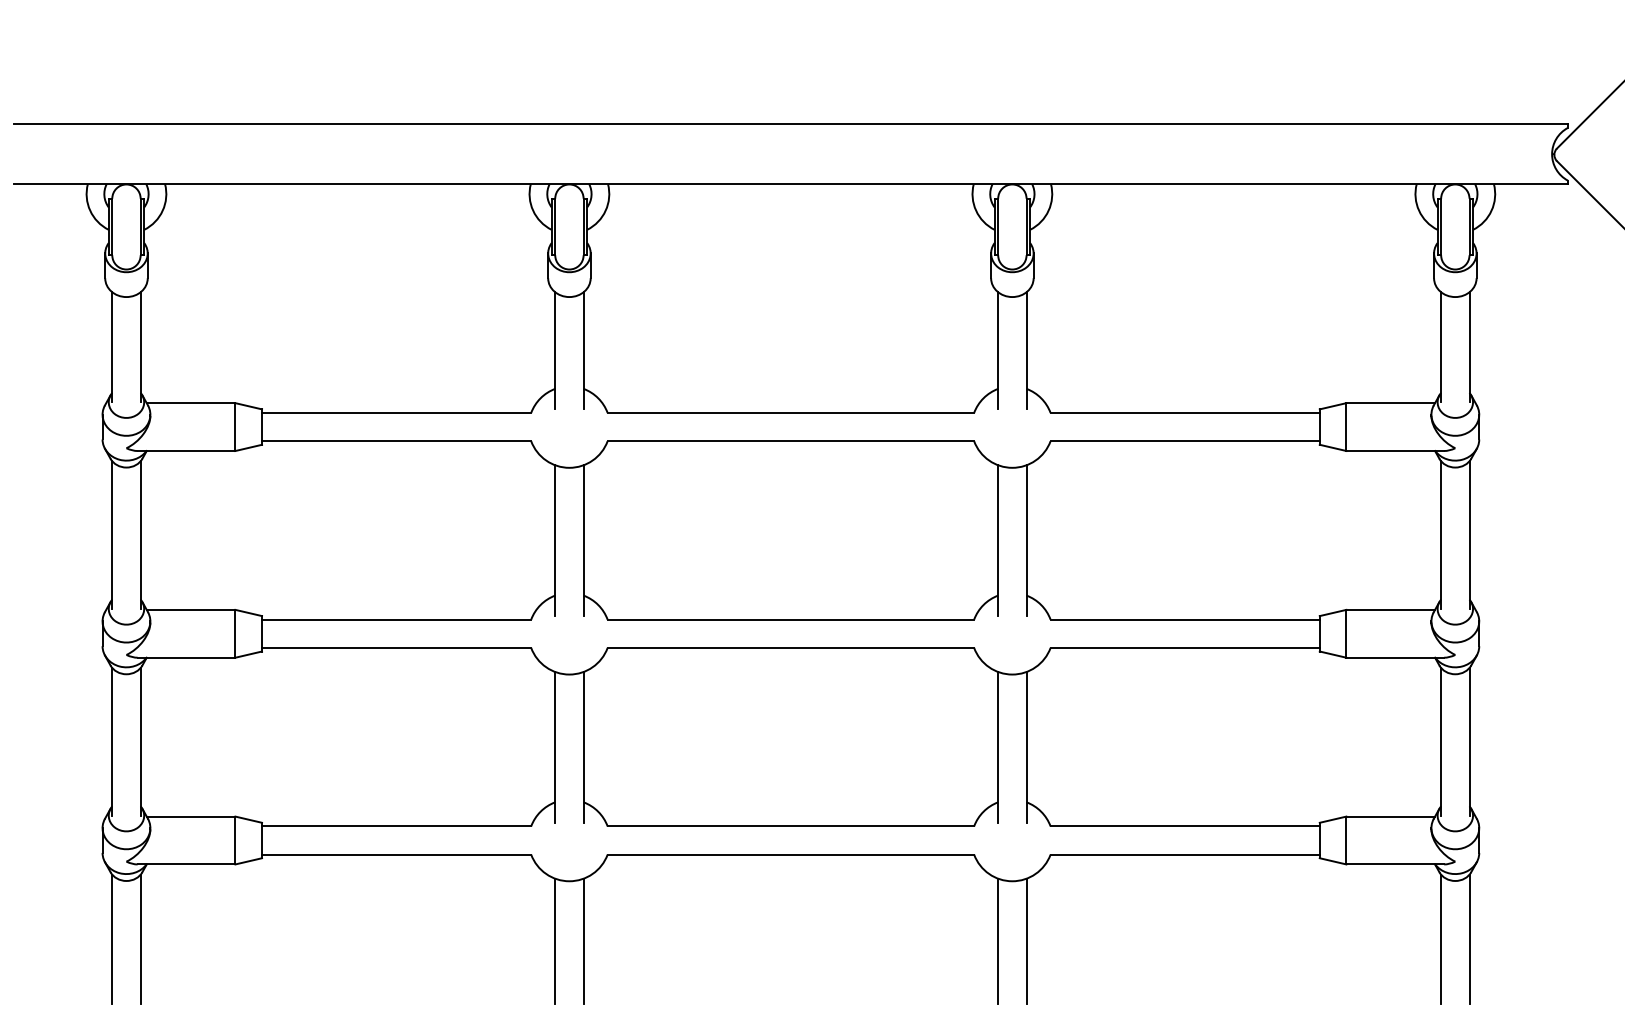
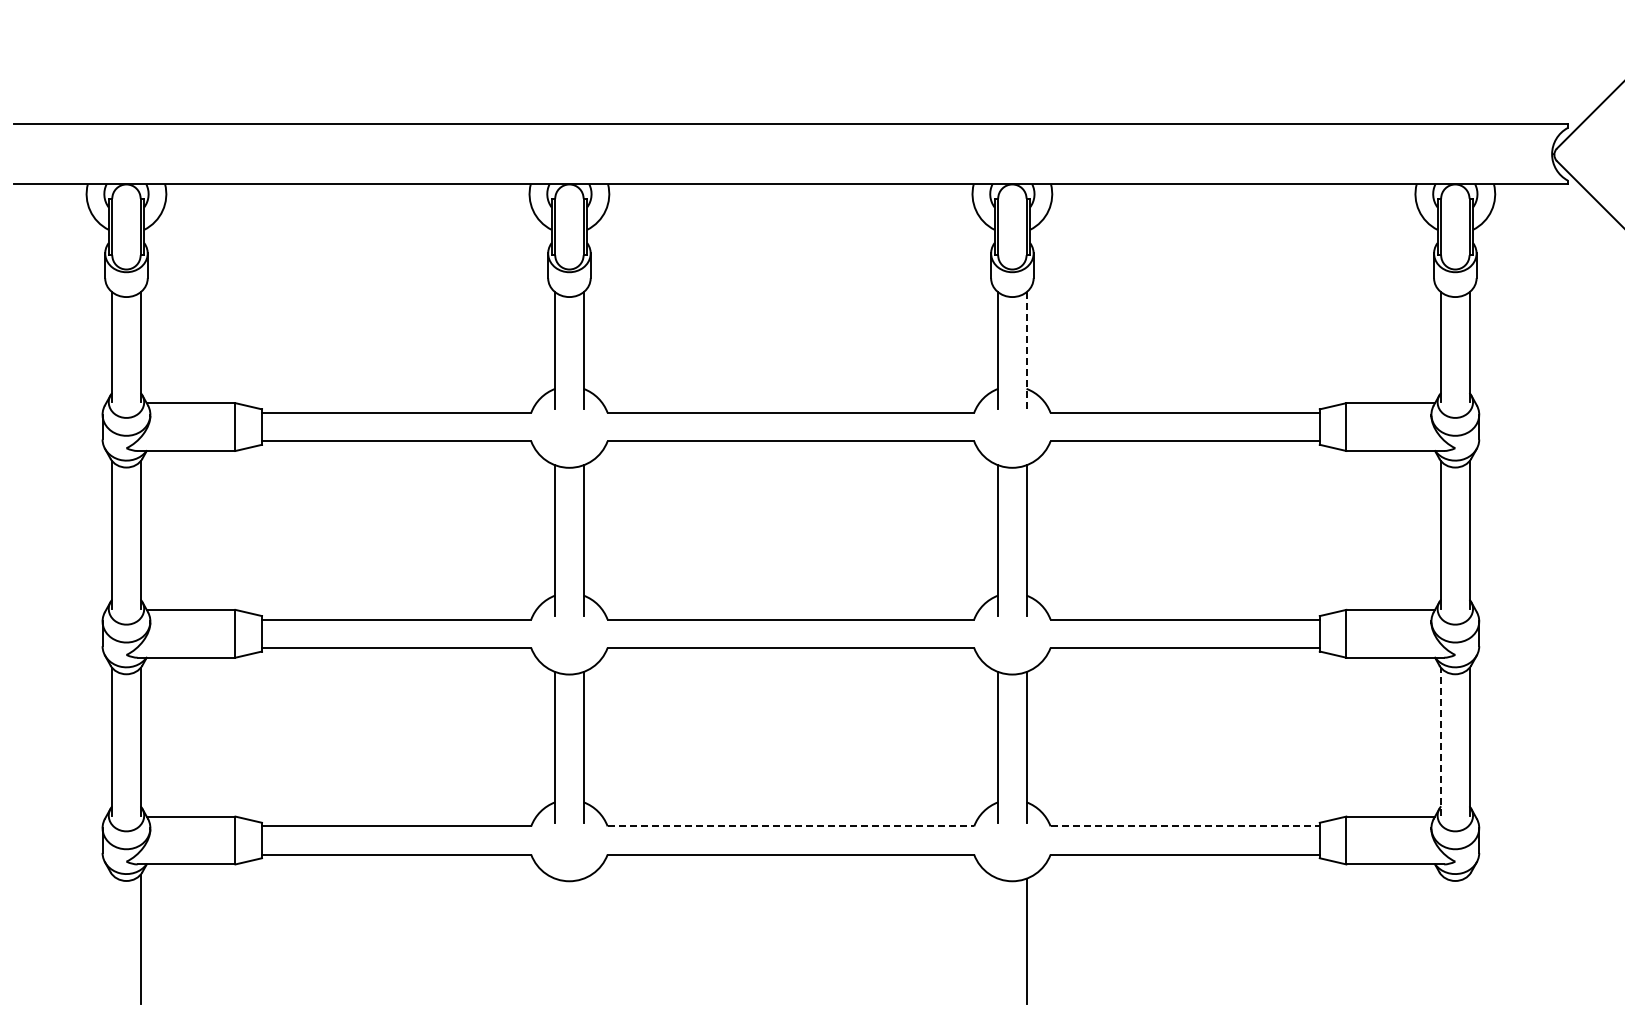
line at (1026, 350): solid -> dashed
line at (1441, 741): solid -> dashed
line at (791, 826): solid -> dashed
line at (1185, 826): solid -> dashed
line at (112, 939): present -> none
line at (1441, 939): present -> none
line at (1469, 939): present -> none
line at (555, 941): present -> none
line at (583, 941): present -> none
line at (998, 941): present -> none
